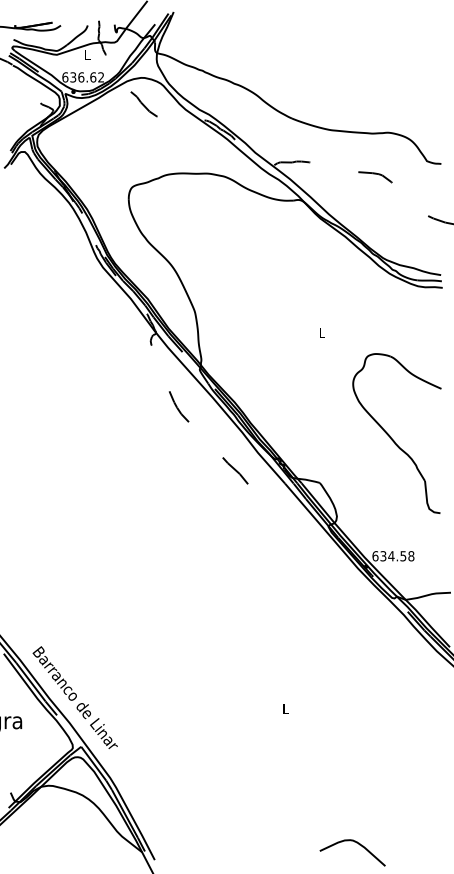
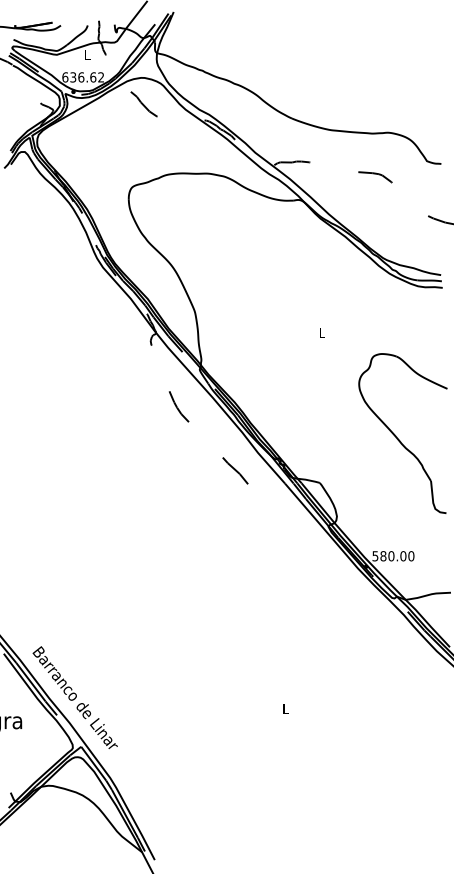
part at (390, 435) position: (390, 435) -> (396, 435)
text at (393, 556): 634.58 -> 580.00
curve at (356, 843): present -> none
